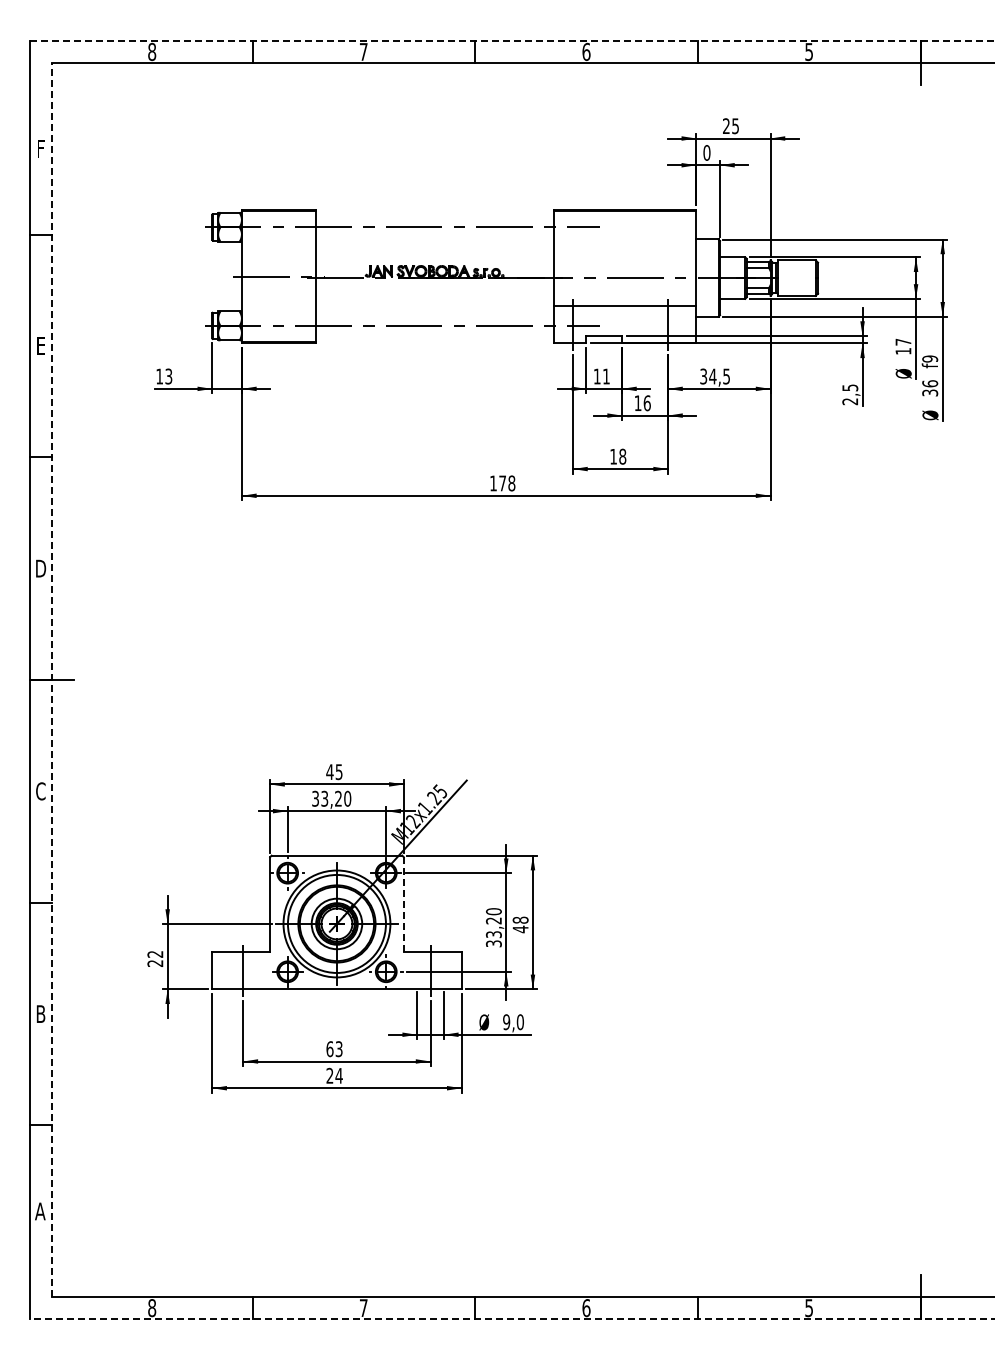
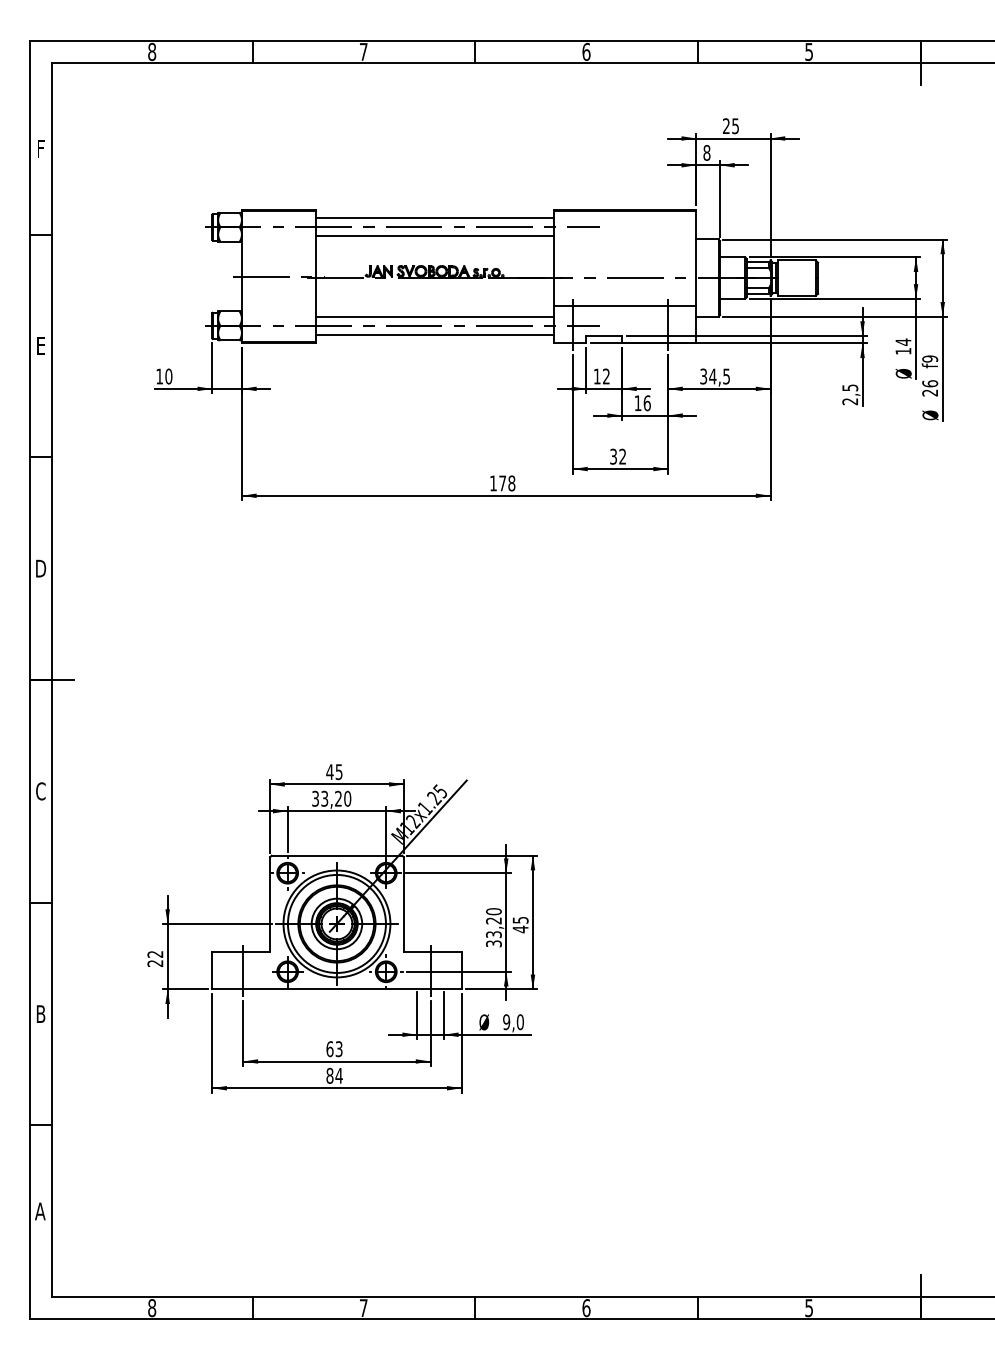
line at (512, 40): dashed -> solid
text at (706, 152): 0 -> 8
line at (434, 218): none -> present
line at (434, 236): none -> present
line at (434, 316): none -> present
line at (434, 334): none -> present
text at (903, 342): 17 -> 14
text at (168, 376): 13 -> 10
text at (606, 376): 11 -> 12
text at (930, 392): 36 -> 26
text at (618, 456): 18 -> 32
line at (52, 680): dashed -> solid
line at (403, 904): dashed -> solid
text at (520, 919): 48 -> 45
text at (329, 1075): 24 -> 84
line at (511, 1319): dashed -> solid
